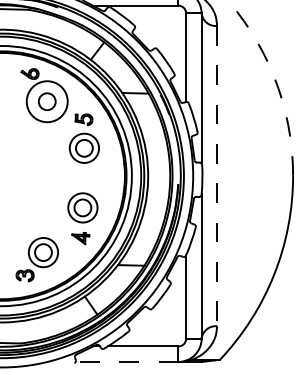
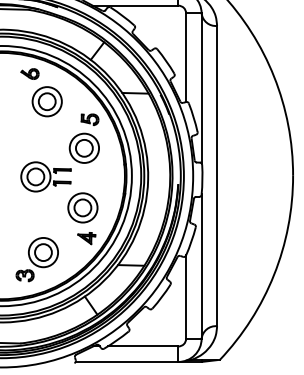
arc at (275, 81): dashed -> solid
circle at (46, 101) diameter: 41 px -> 29 px
part at (83, 119) position: (83, 119) -> (89, 119)
part at (45, 176): none -> present
line at (217, 176): dashed -> solid
part at (80, 238) position: (80, 238) -> (86, 238)
line at (126, 361): dashed -> solid
